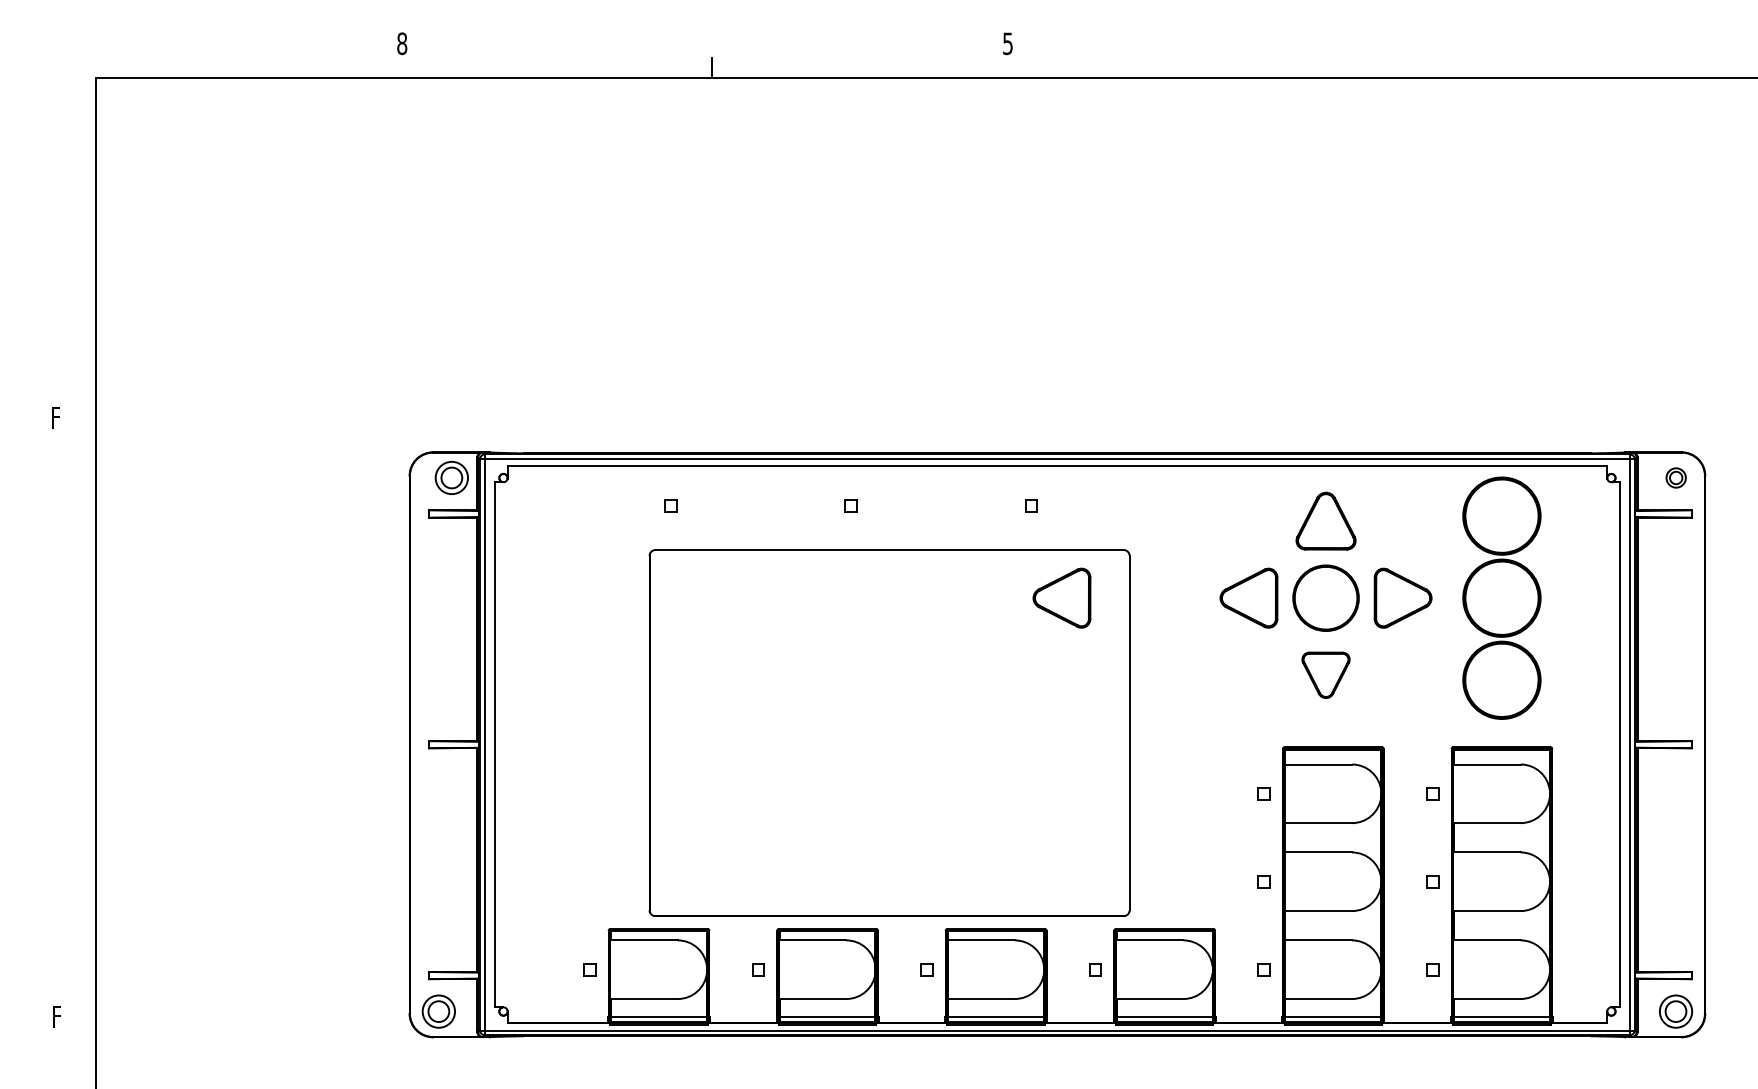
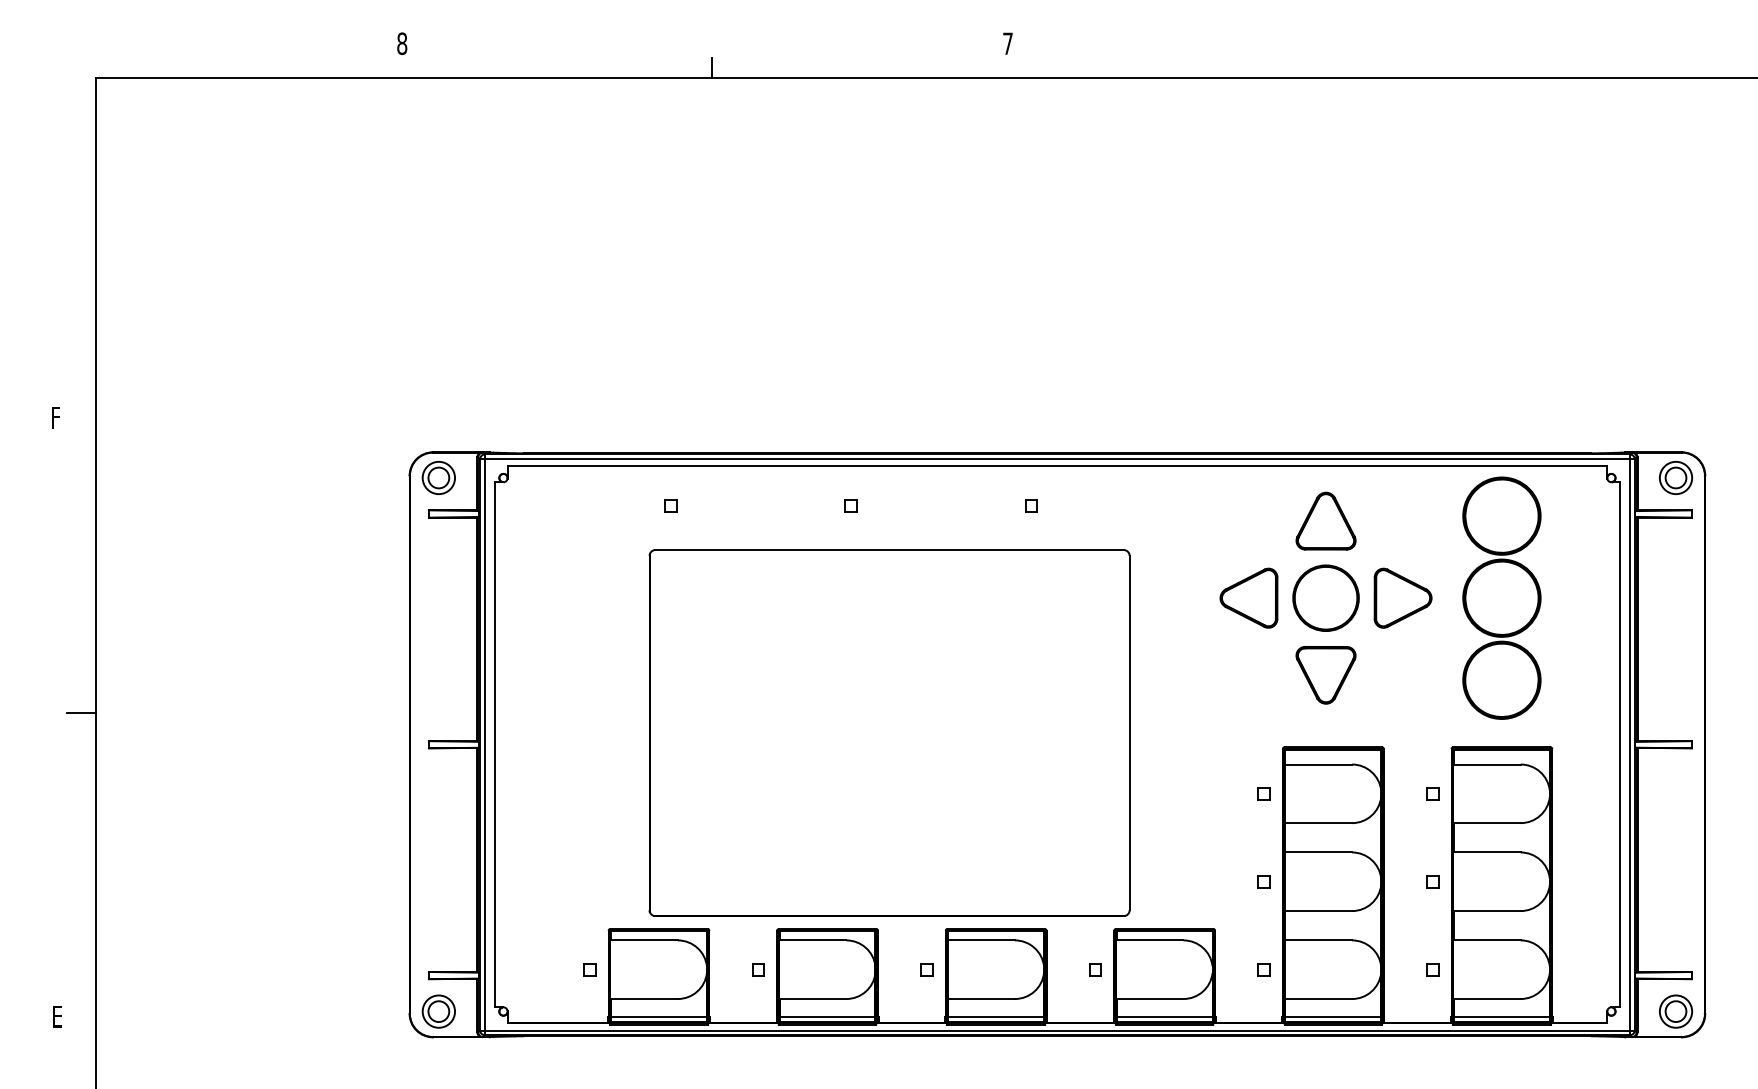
text at (1007, 43): 5 -> 7
part at (451, 477) position: (451, 477) -> (438, 477)
part at (1675, 477) size: 22x22 px -> 35x34 px
part at (1061, 597): present -> none
part at (1325, 674) size: 50x48 px -> 62x59 px
line at (81, 713): none -> present
text at (58, 1016): F -> E
